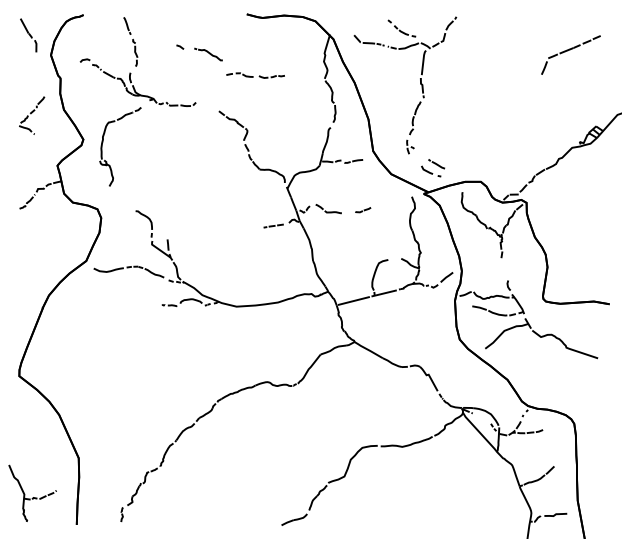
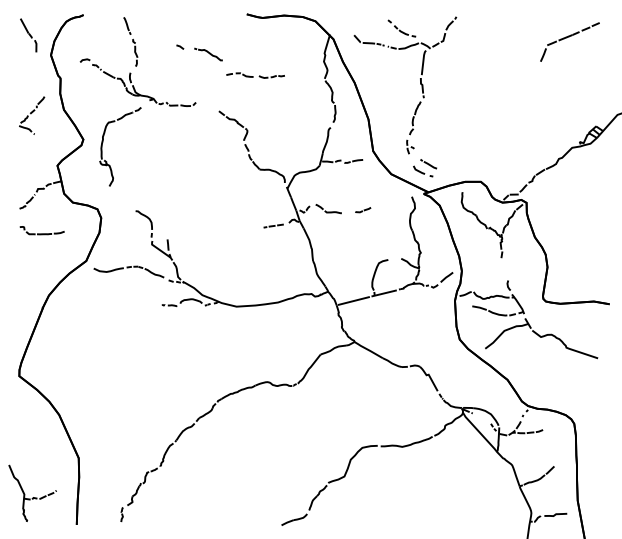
part at (570, 54) position: (570, 54) -> (569, 41)
part at (433, 168) position: (433, 168) -> (425, 168)
part at (41, 230): none -> present
